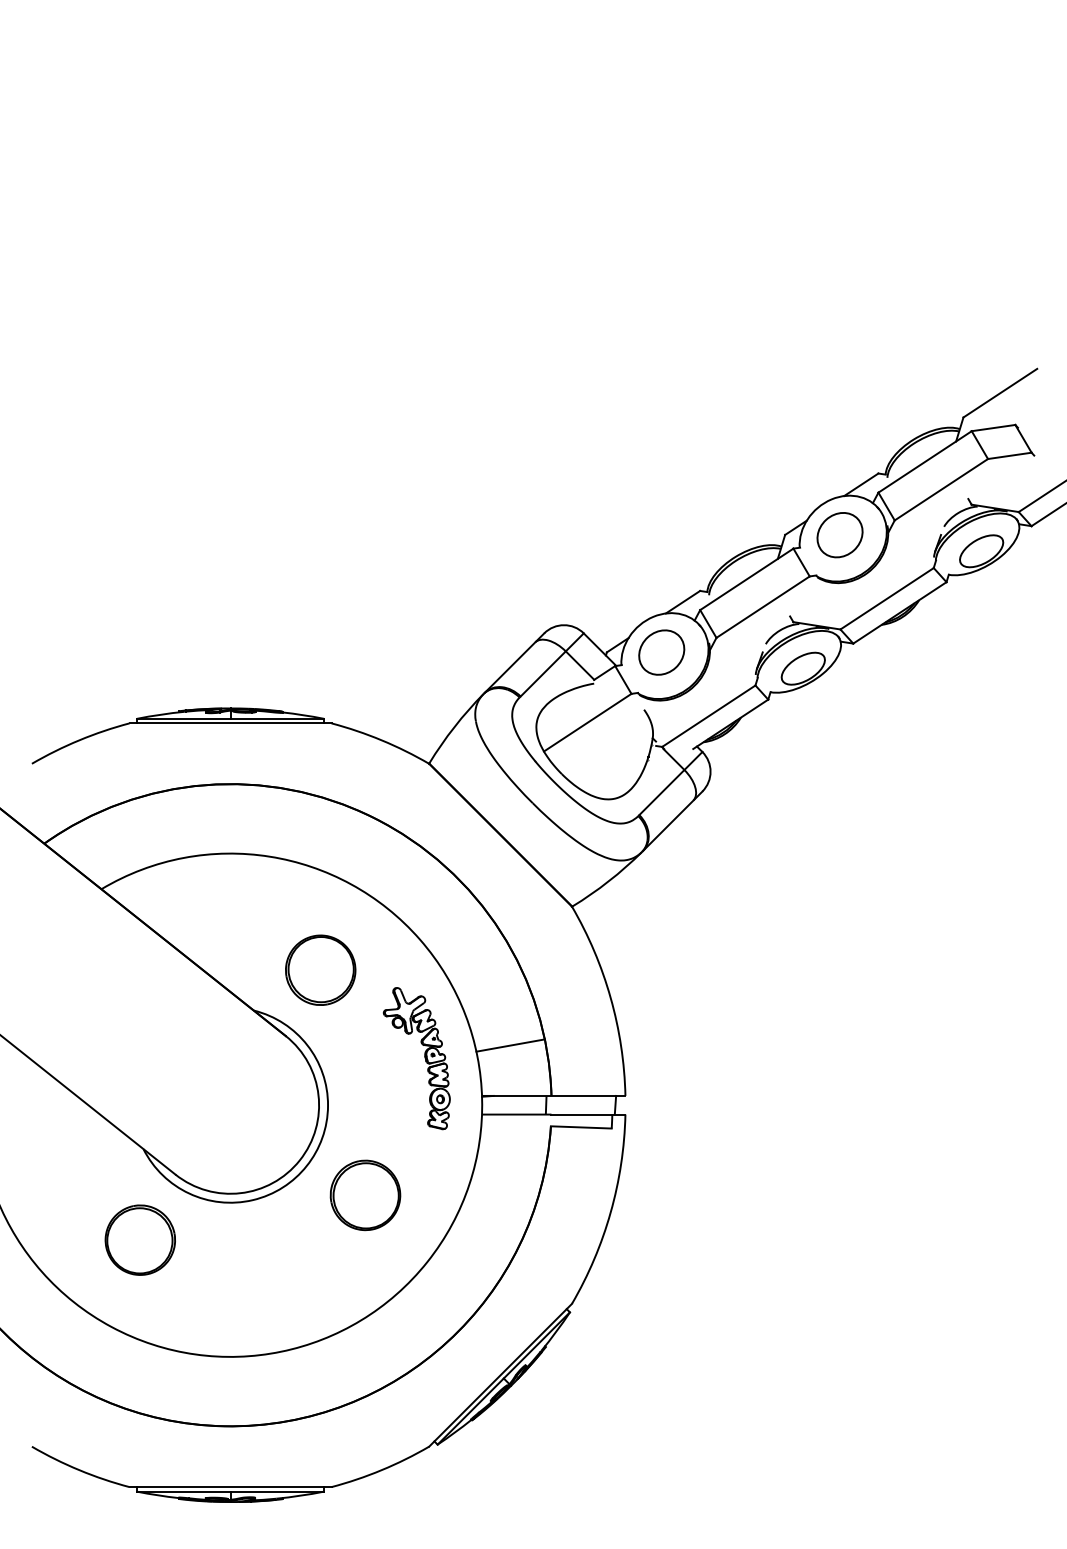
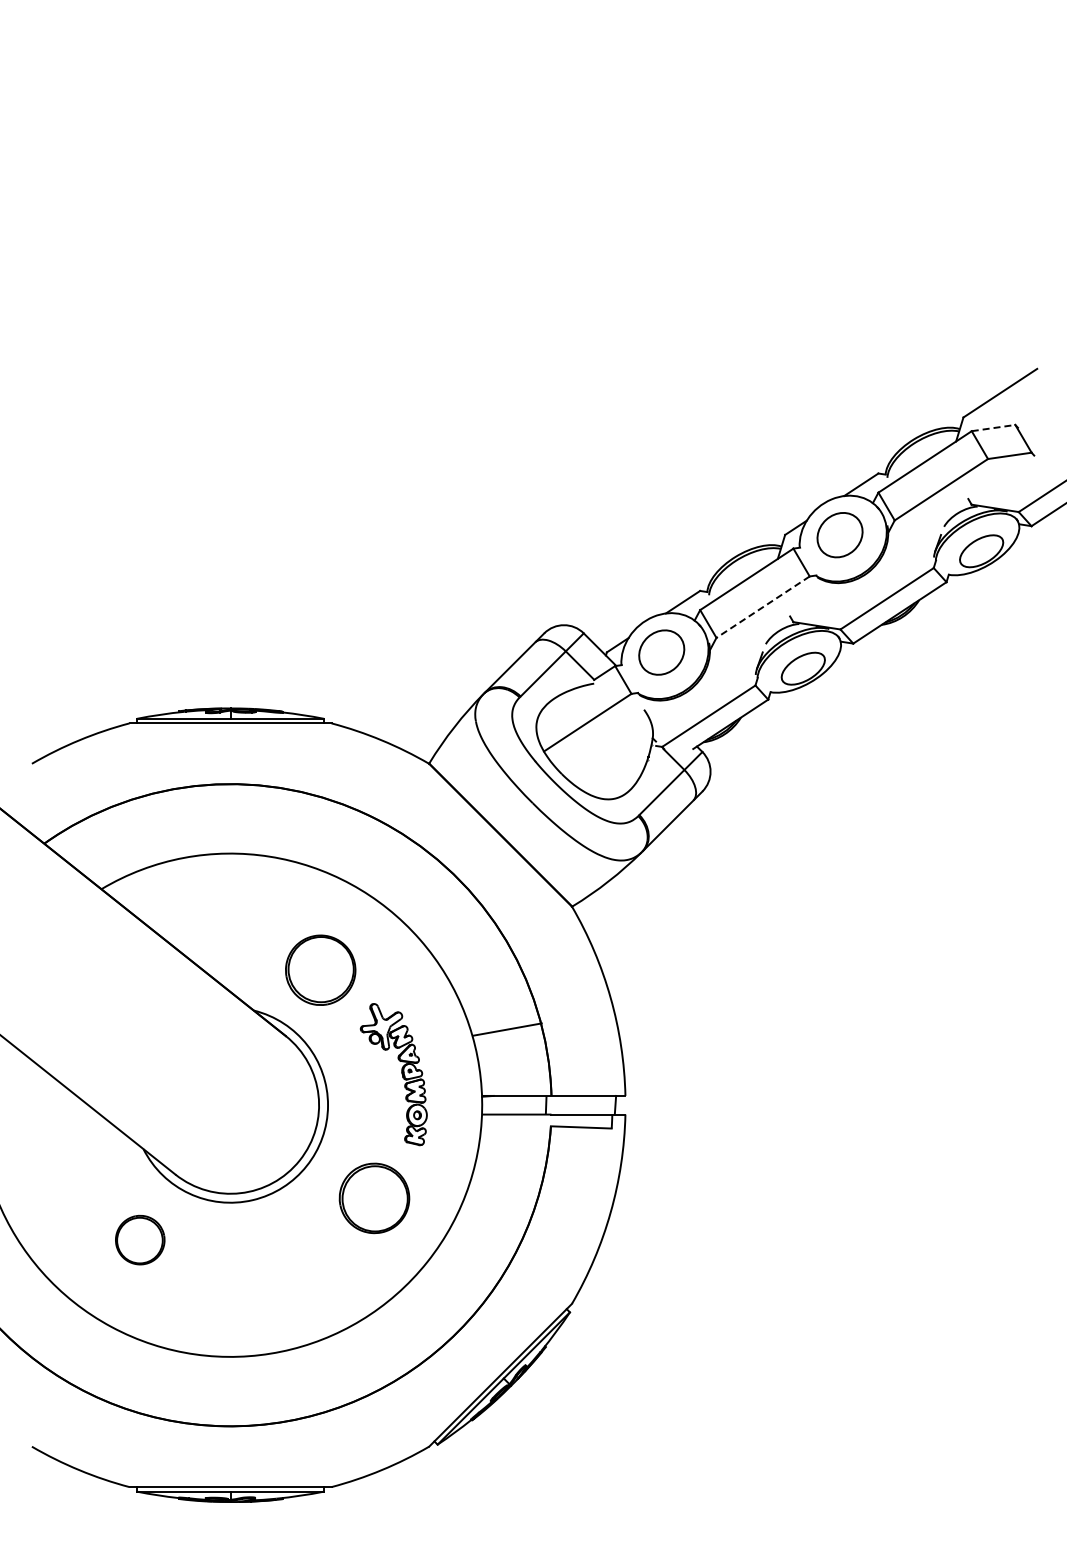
line at (994, 428): solid -> dashed
line at (763, 607): solid -> dashed
line at (510, 1045) position: (510, 1045) -> (507, 1029)
part at (424, 1058) position: (424, 1058) -> (401, 1074)
part at (365, 1195) position: (365, 1195) -> (374, 1198)
part at (139, 1239) size: 72x72 px -> 51x52 px
